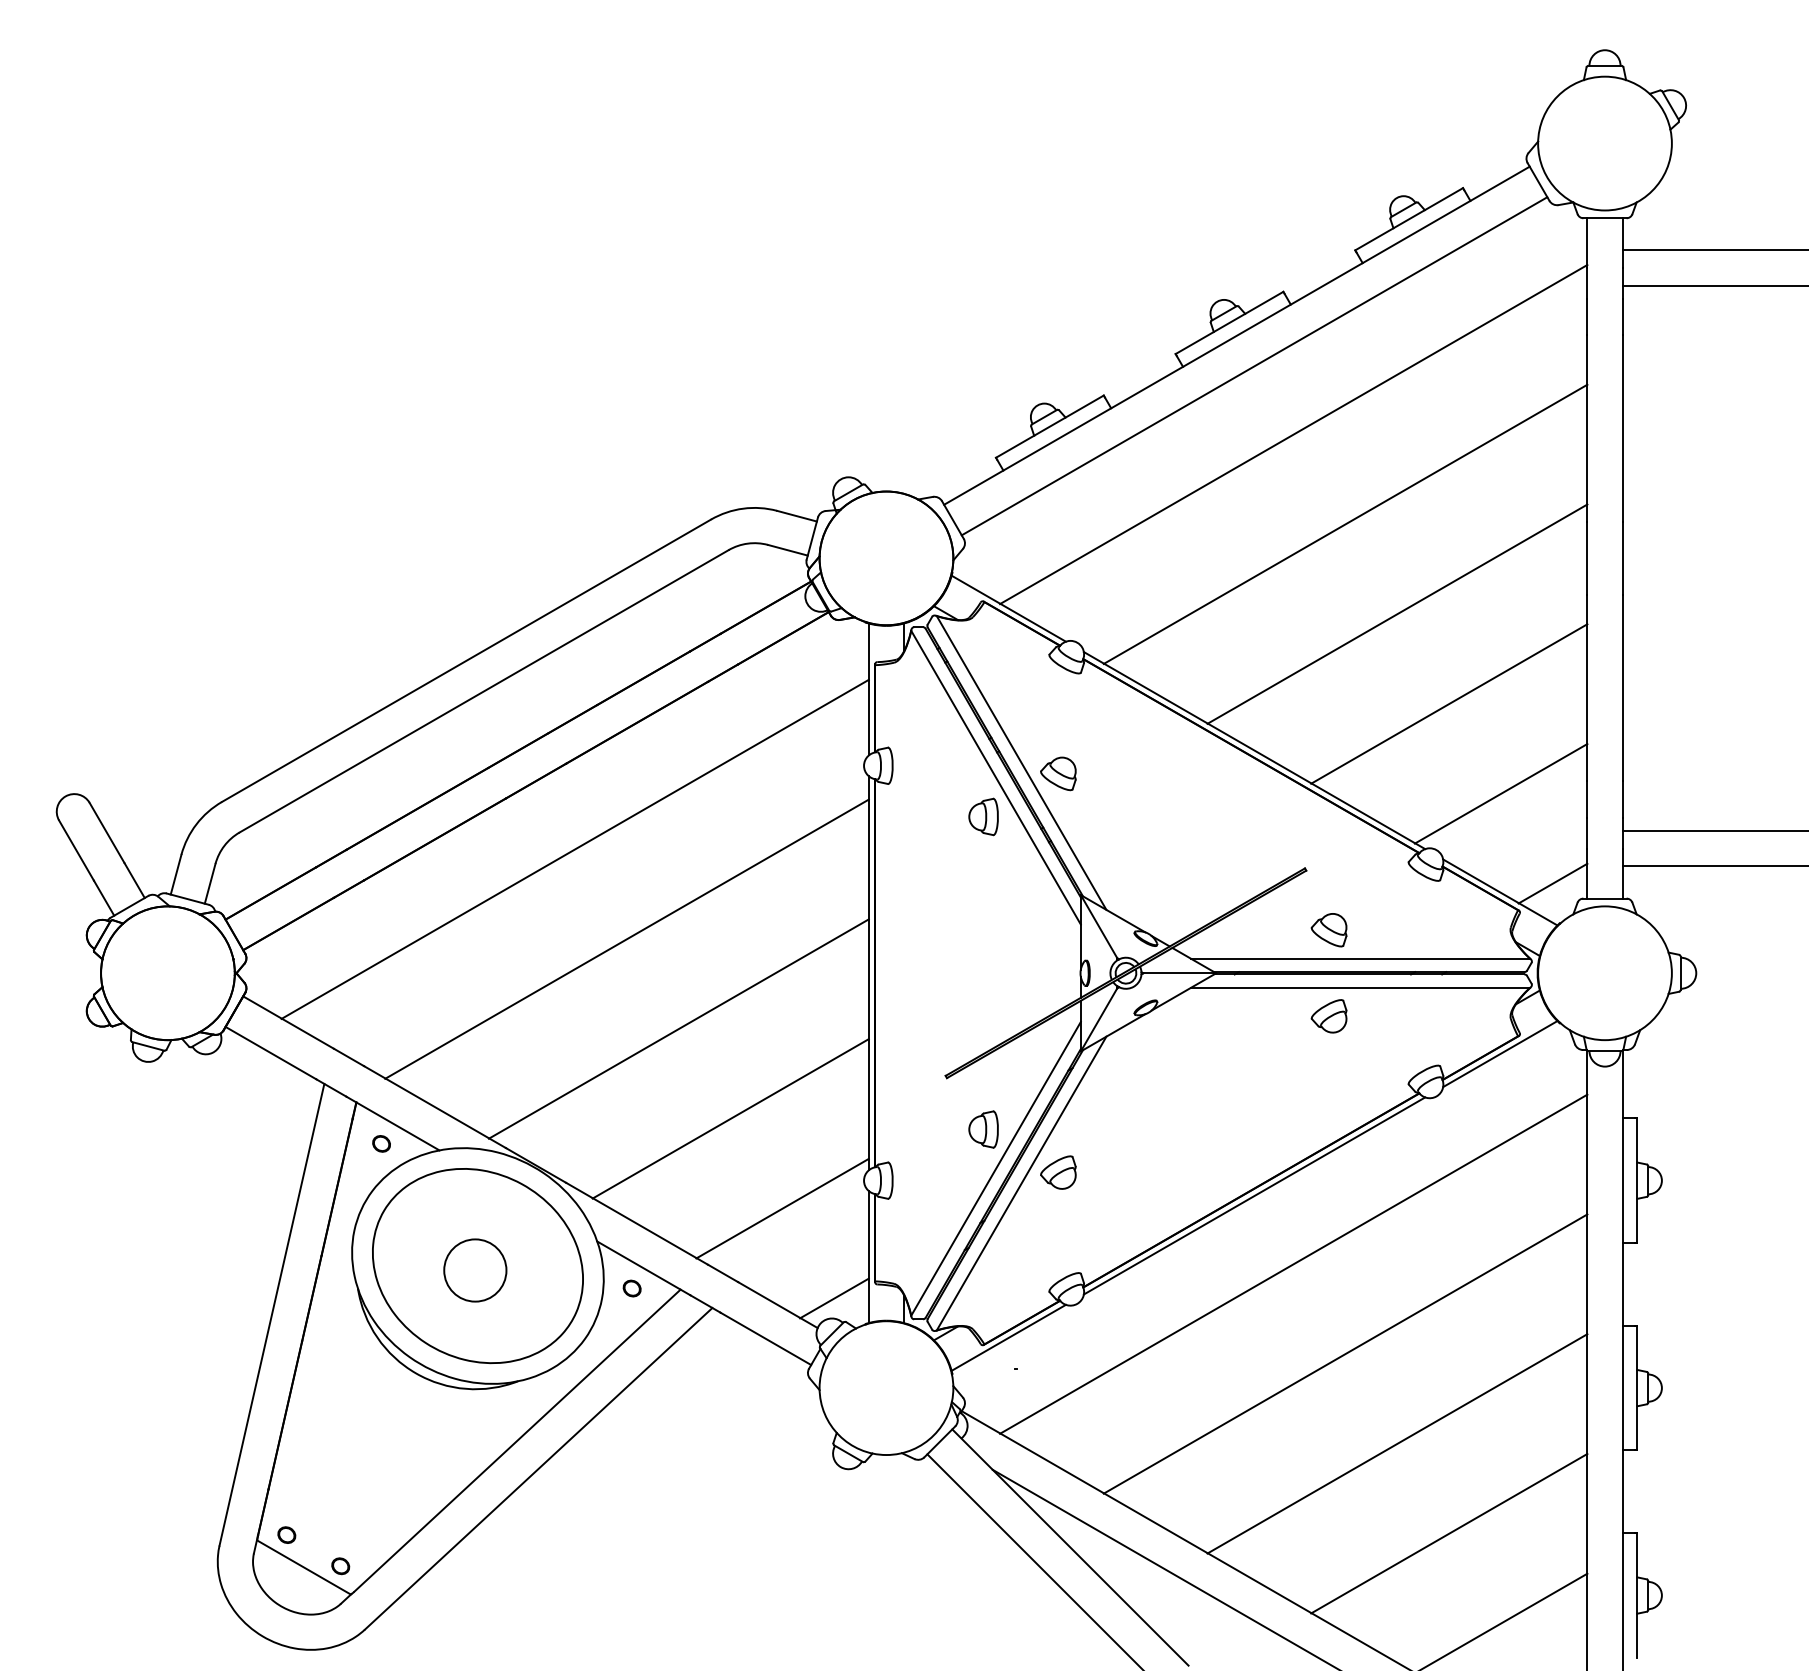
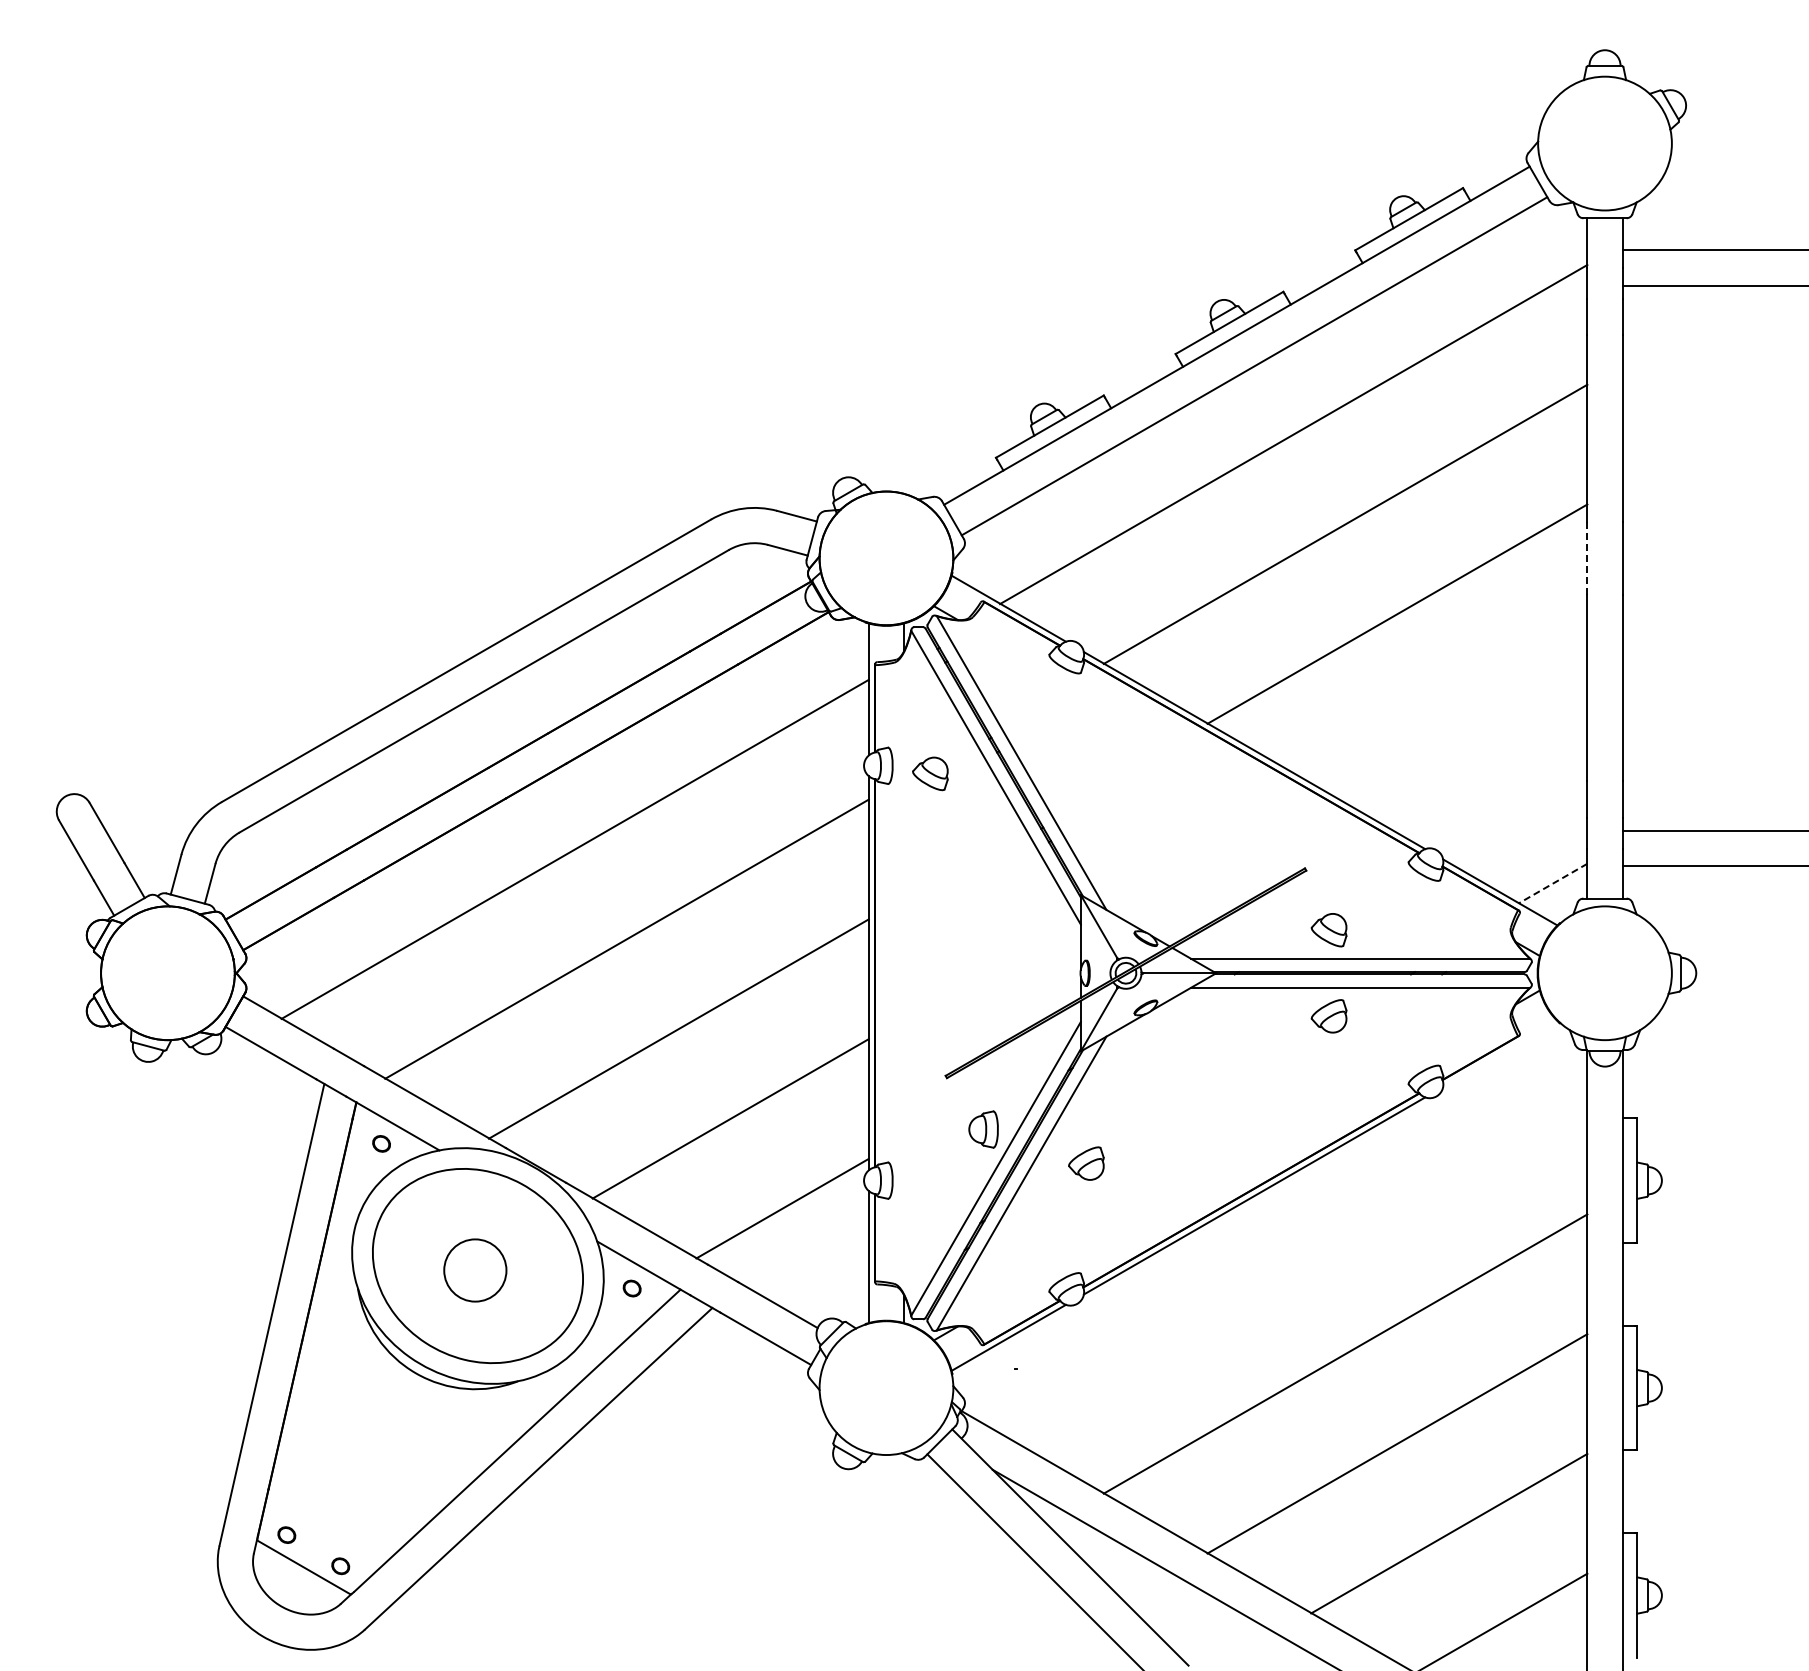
line at (1587, 558): solid -> dashed
line at (1449, 703): present -> none
part at (1058, 773) position: (1058, 773) -> (930, 773)
line at (1500, 793): present -> none
part at (983, 816): present -> none
line at (1552, 883): solid -> dashed
line at (1500, 1054): present -> none
part at (1058, 1172) position: (1058, 1172) -> (1086, 1163)
line at (1293, 1263): present -> none
line at (834, 1298): present -> none
